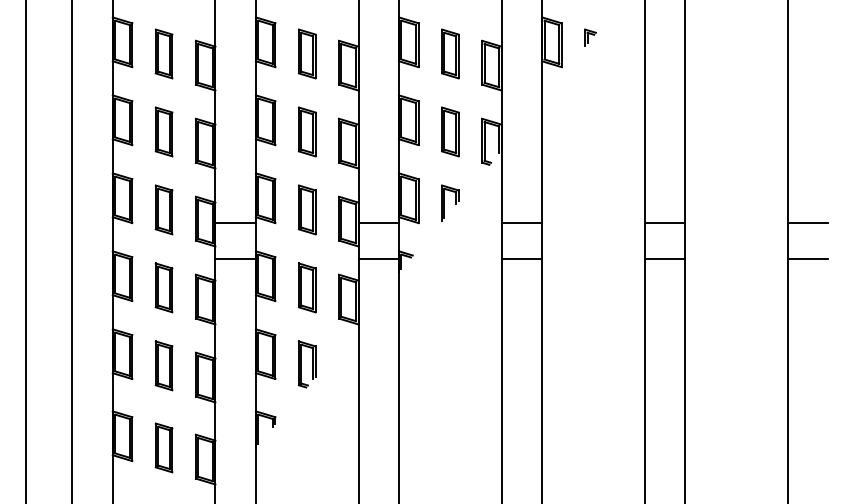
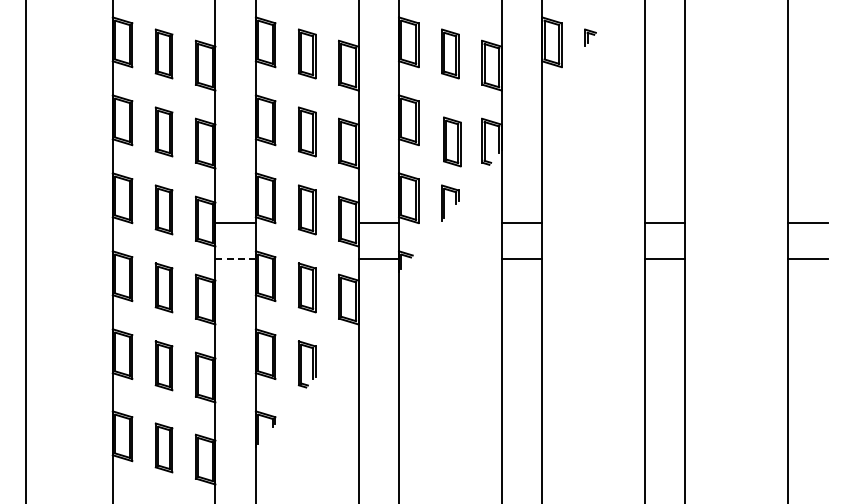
part at (450, 131) position: (450, 131) -> (452, 141)
line at (71, 251): present -> none
line at (236, 258): solid -> dashed
